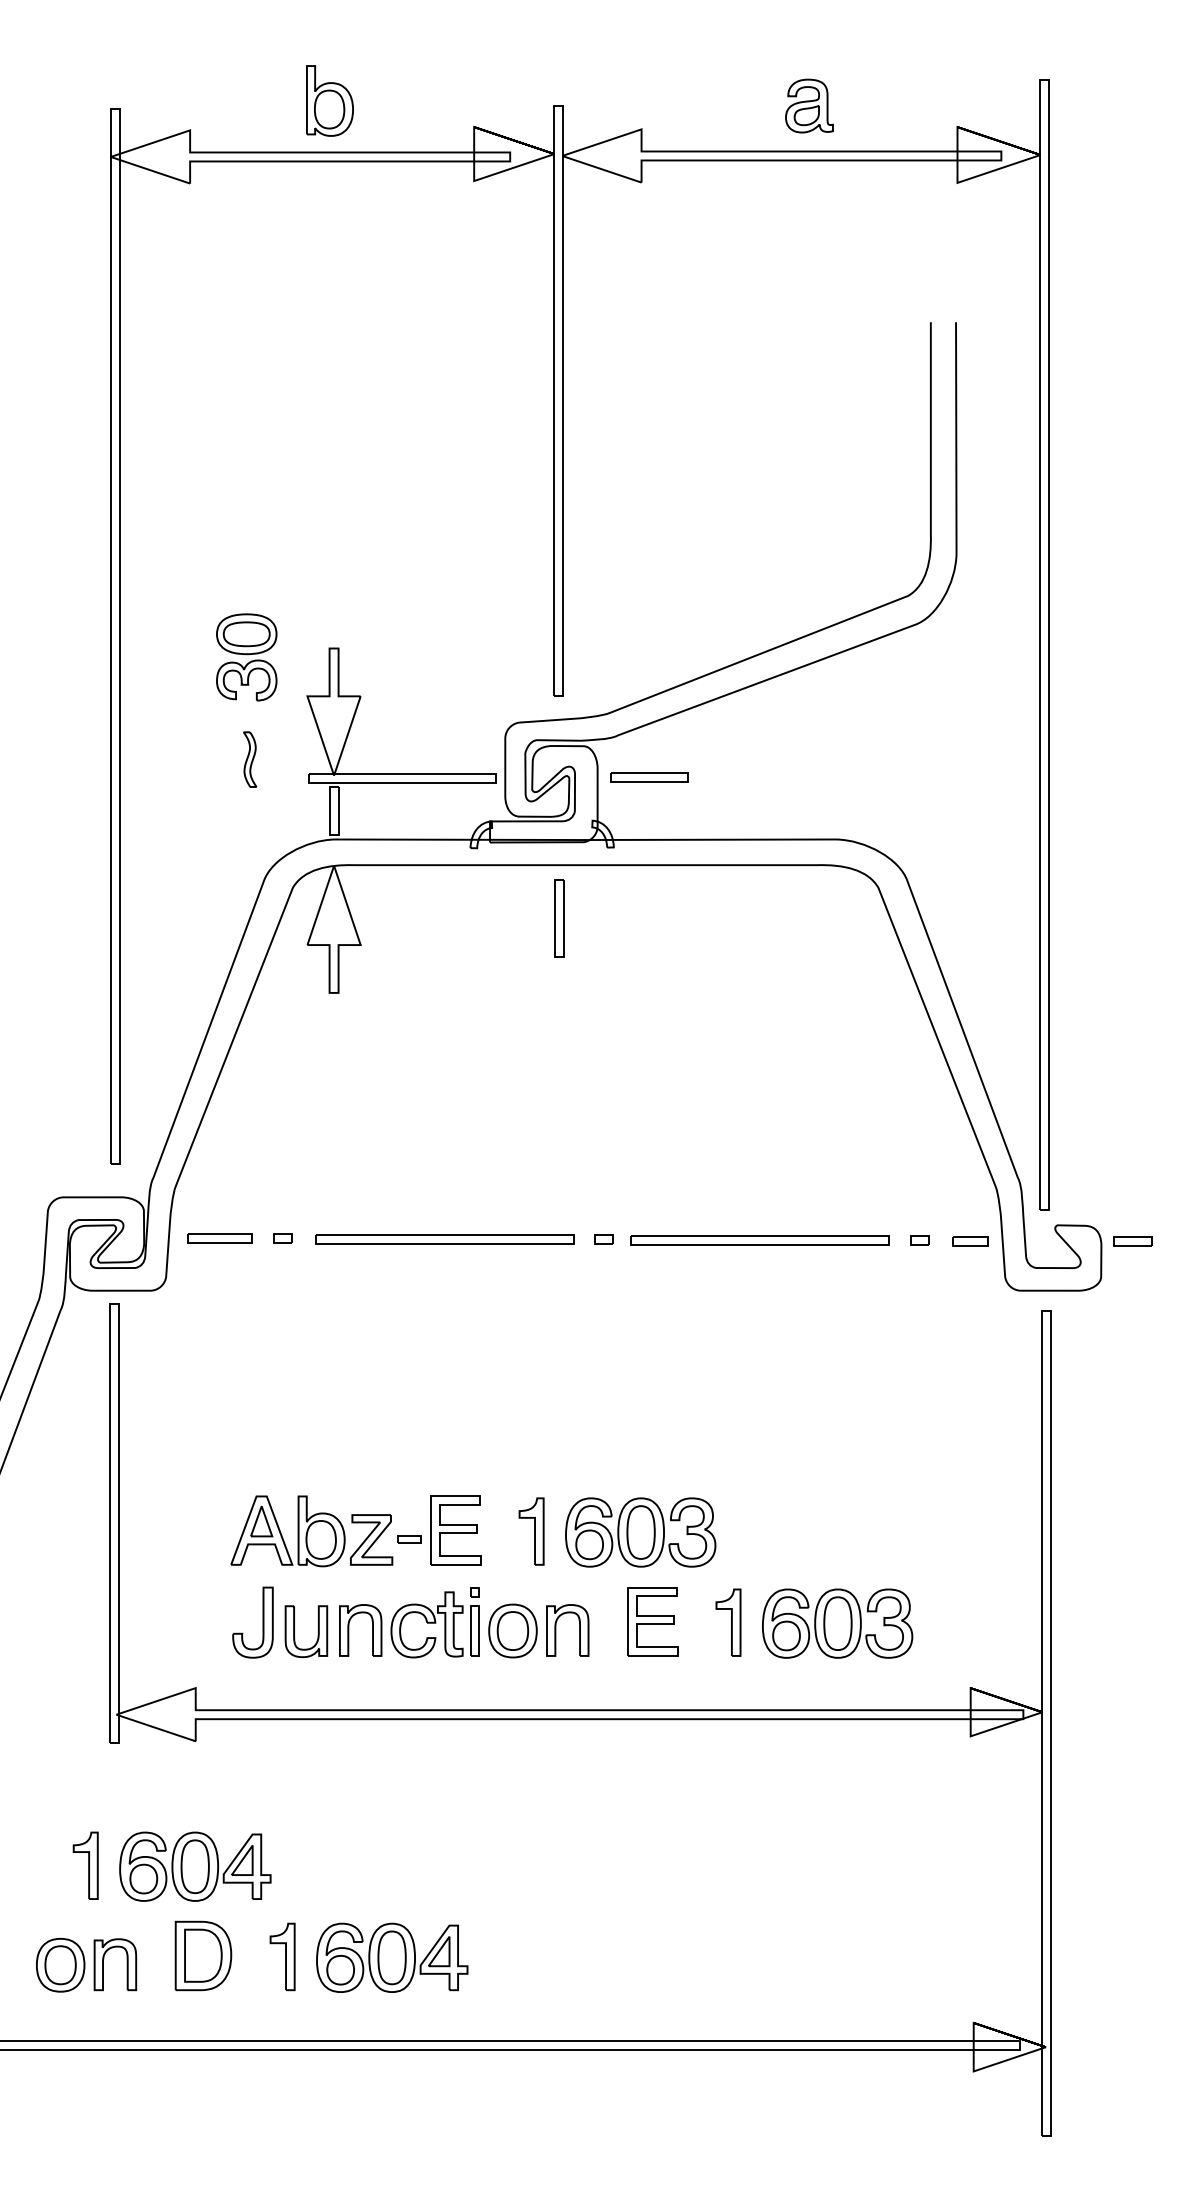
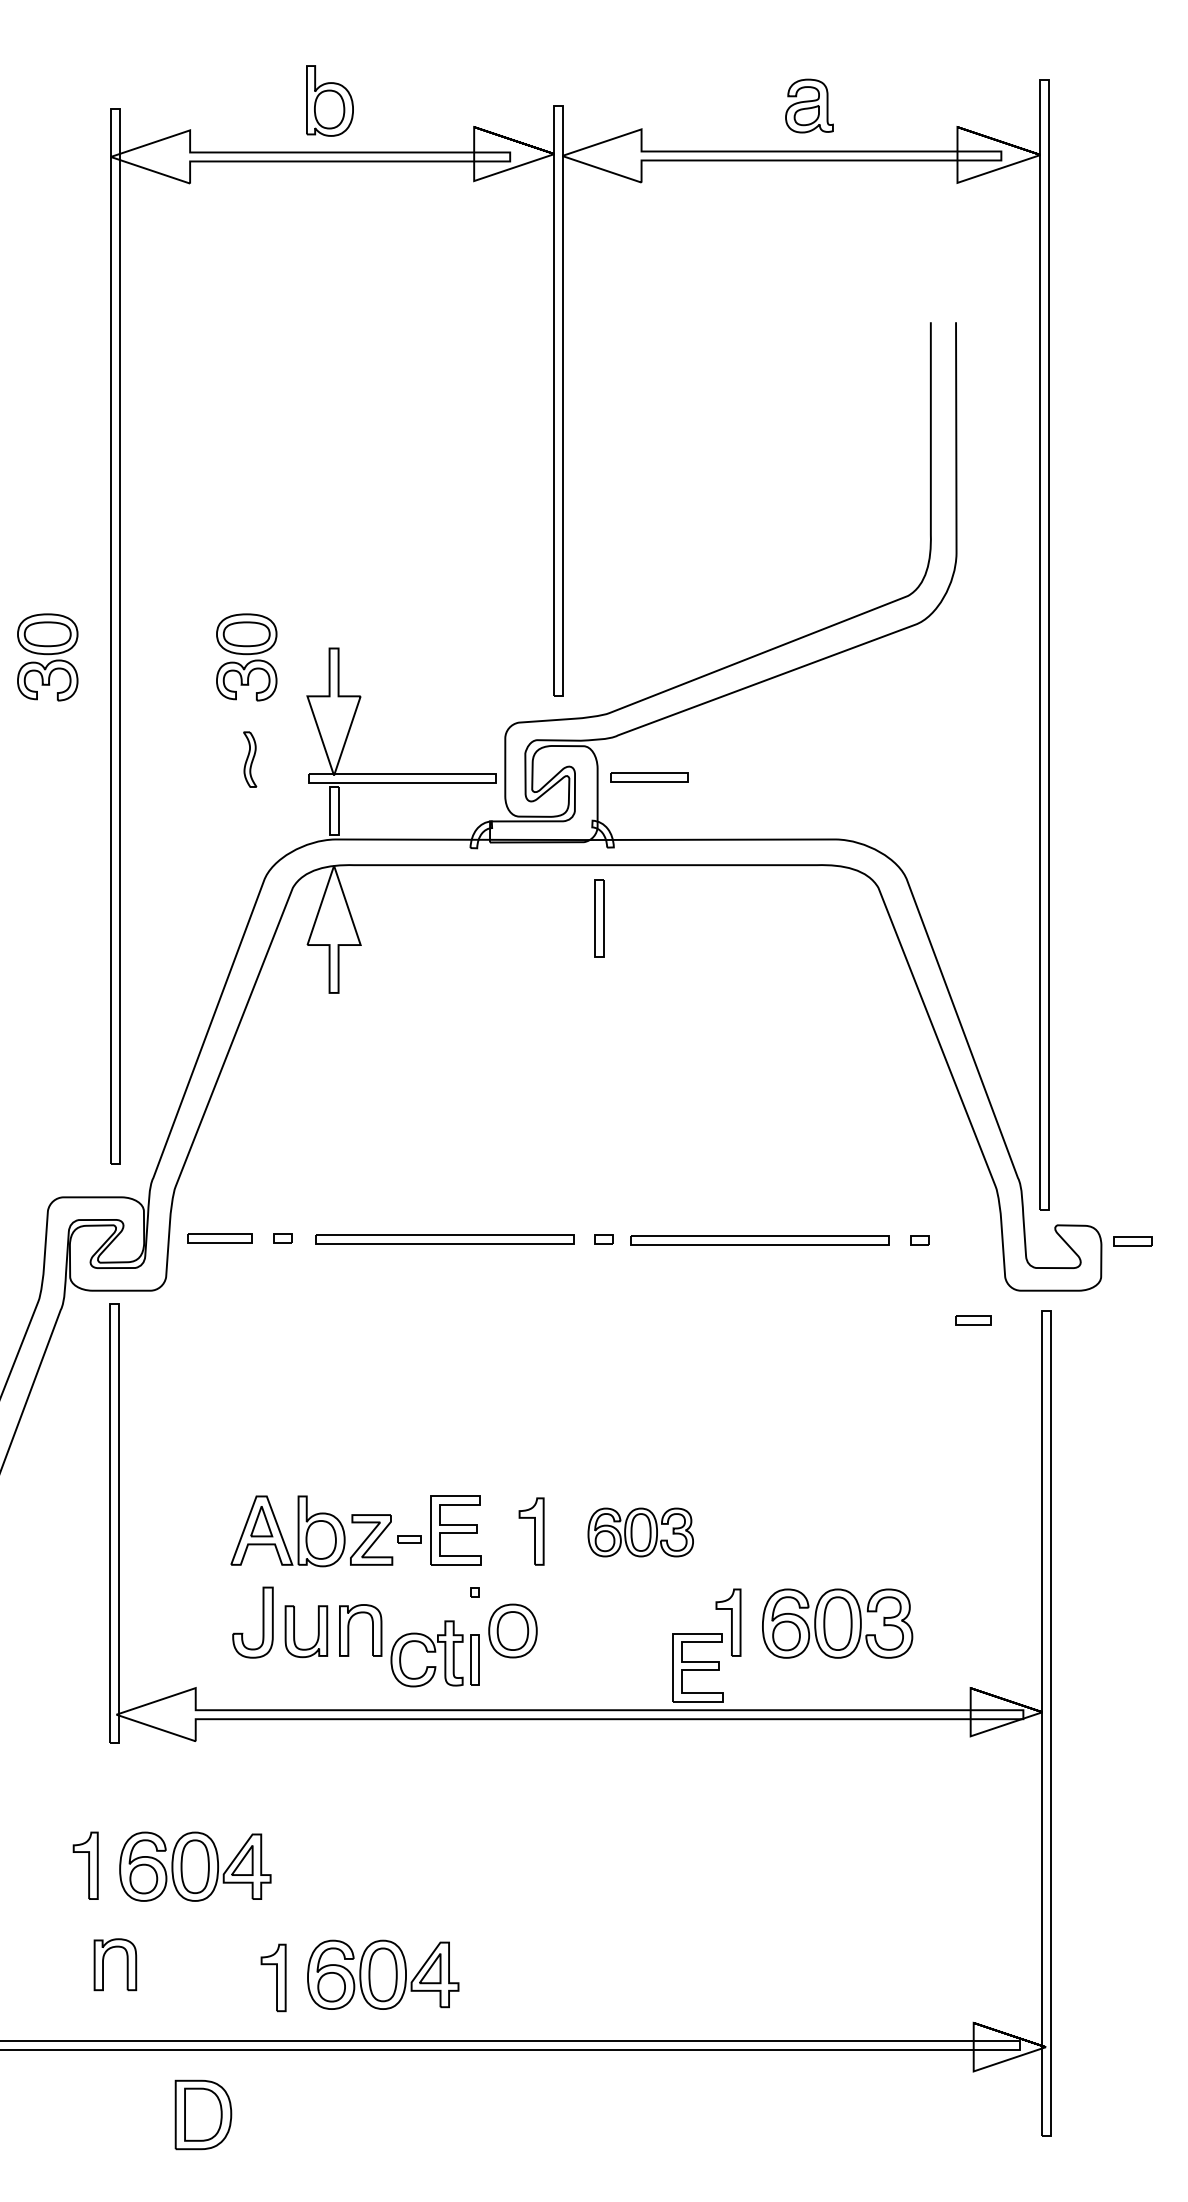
part at (47, 657): none -> present
part at (559, 918) position: (559, 918) -> (599, 918)
part at (970, 1241) position: (970, 1241) -> (973, 1320)
part at (640, 1532) size: 152x71 px -> 107x51 px
part at (652, 1621) position: (652, 1621) -> (697, 1667)
part at (434, 1624) position: (434, 1624) -> (434, 1653)
part at (556, 1630): present -> none
part at (203, 1955) position: (203, 1955) -> (203, 2114)
part at (282, 1956) position: (282, 1956) -> (273, 1977)
part at (392, 1957) position: (392, 1957) -> (383, 1974)
part at (60, 1964): present -> none
